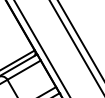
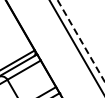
line at (81, 41): solid -> dashed
line at (41, 48): present -> none
